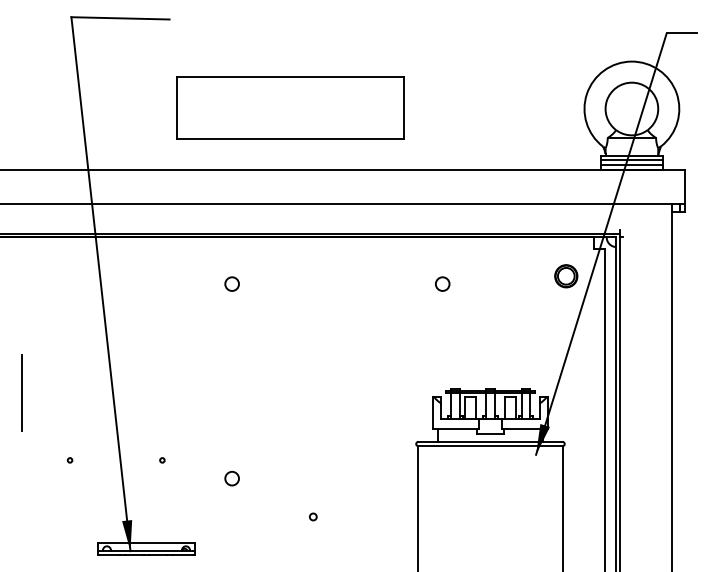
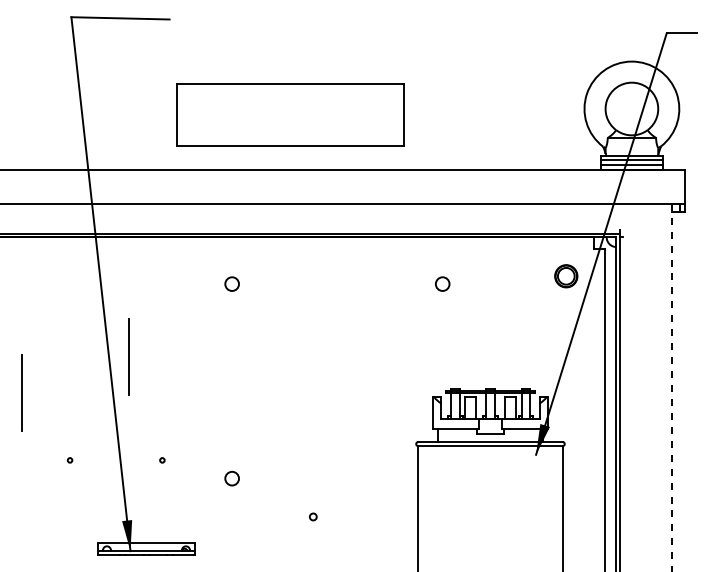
part at (290, 107) position: (290, 107) -> (290, 114)
line at (128, 356): none -> present
line at (672, 387): solid -> dashed
